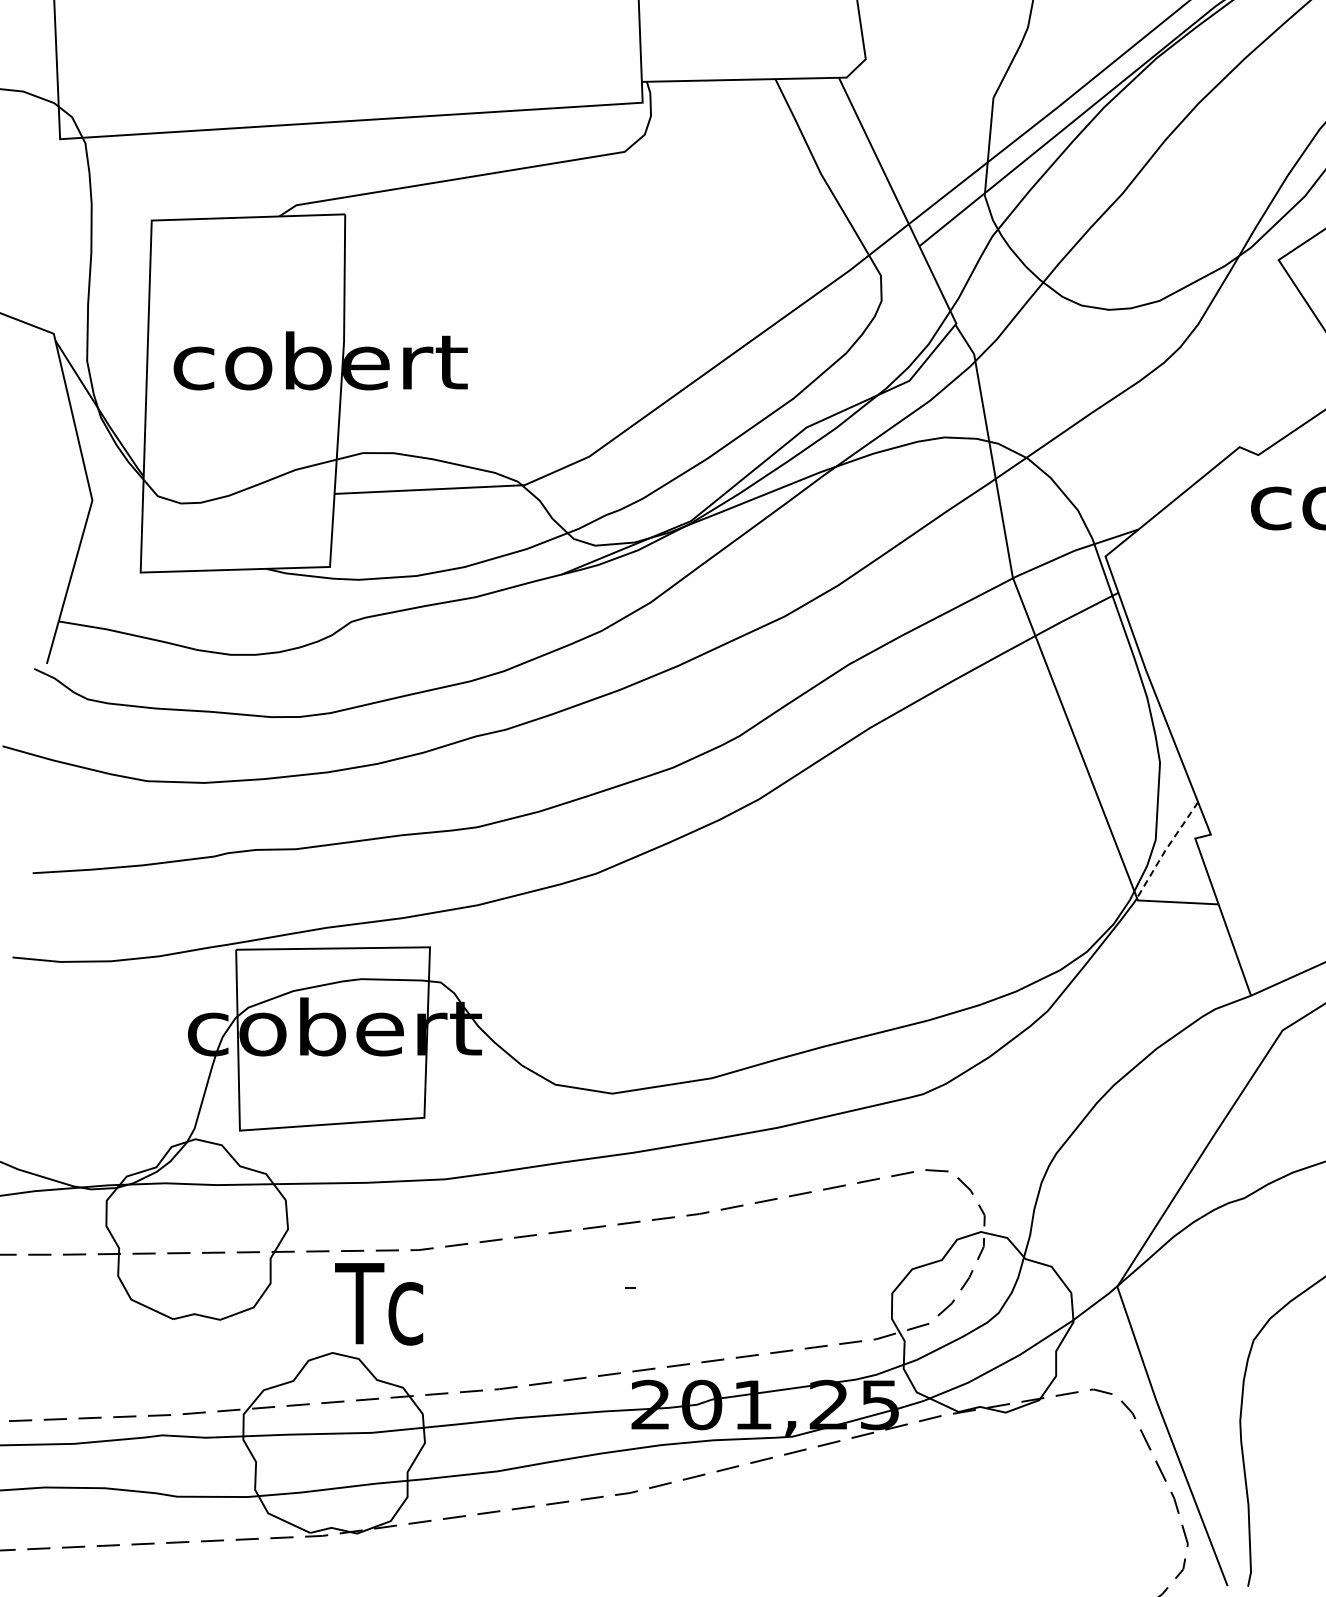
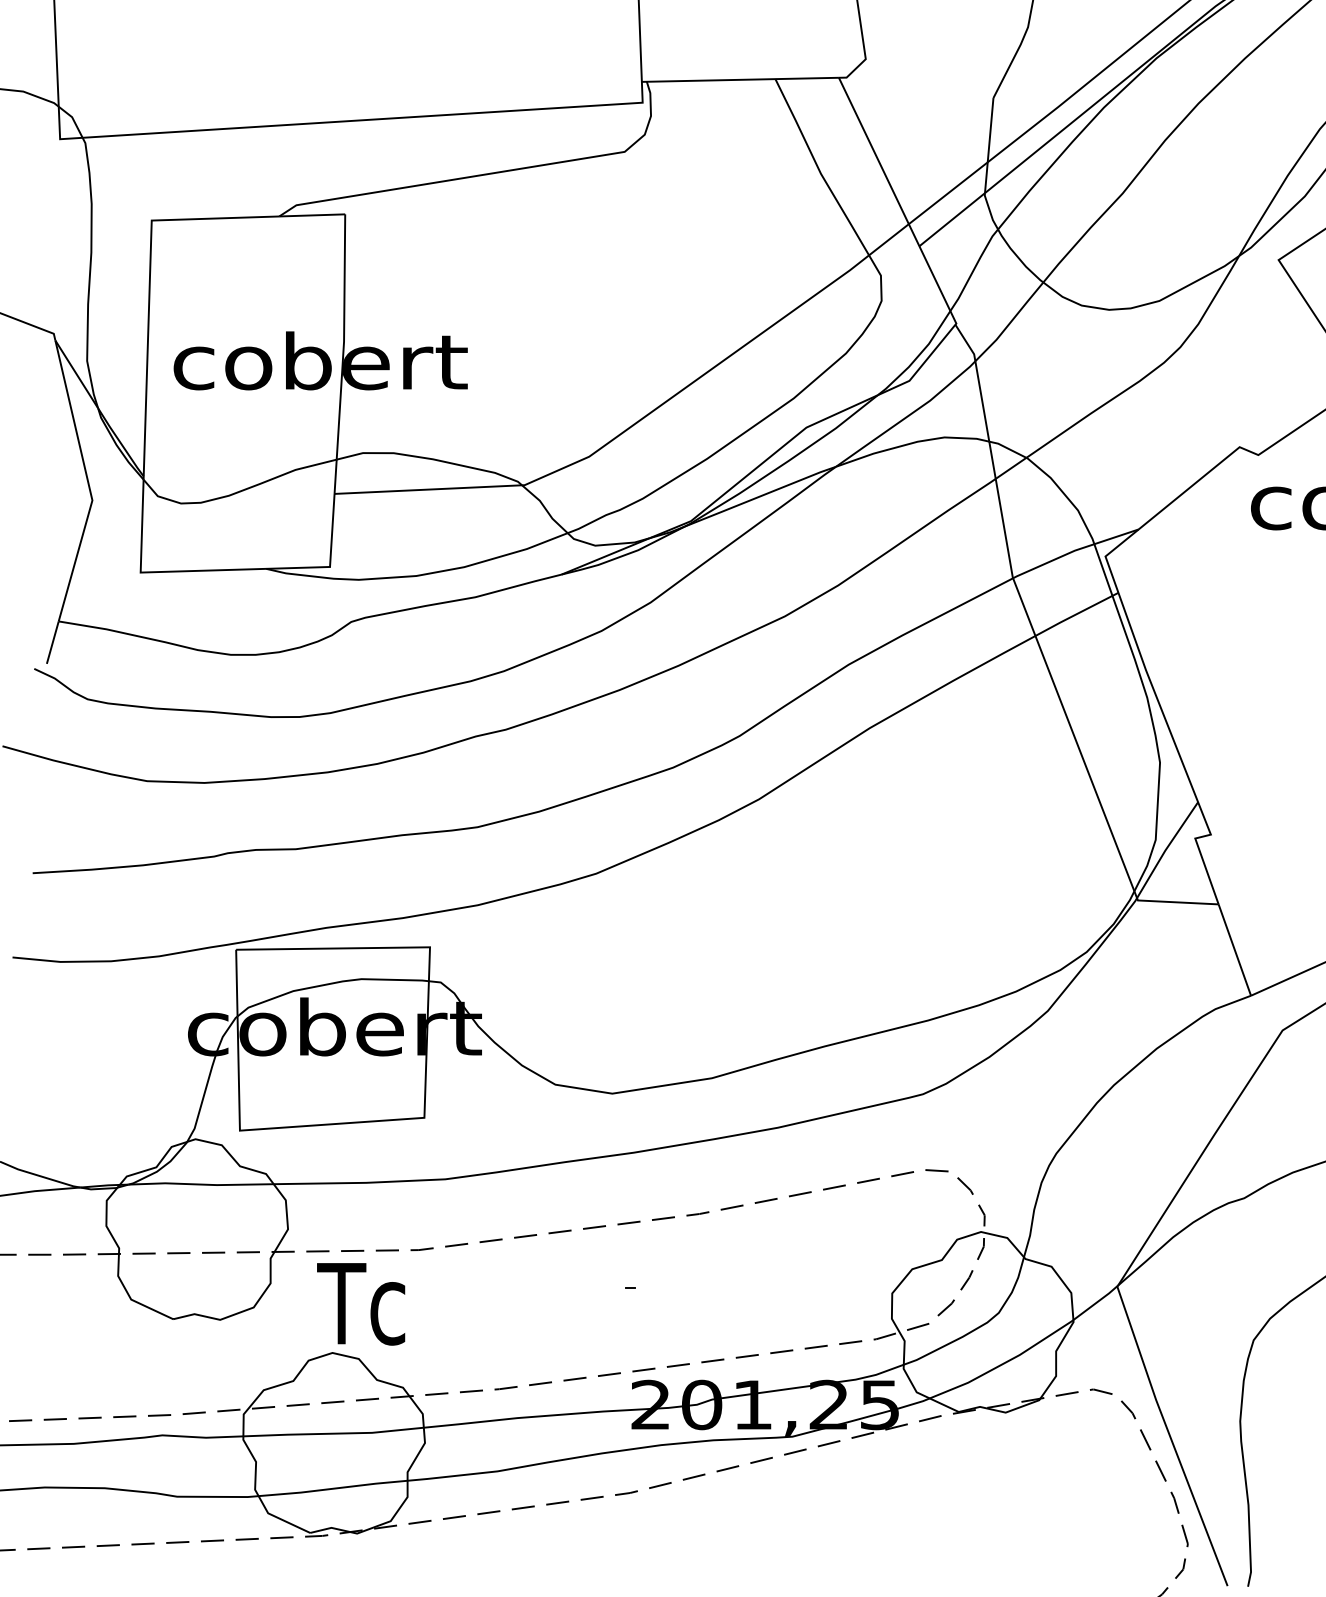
line at (1165, 849): dashed -> solid
text at (379, 1304) position: (379, 1304) -> (361, 1304)
